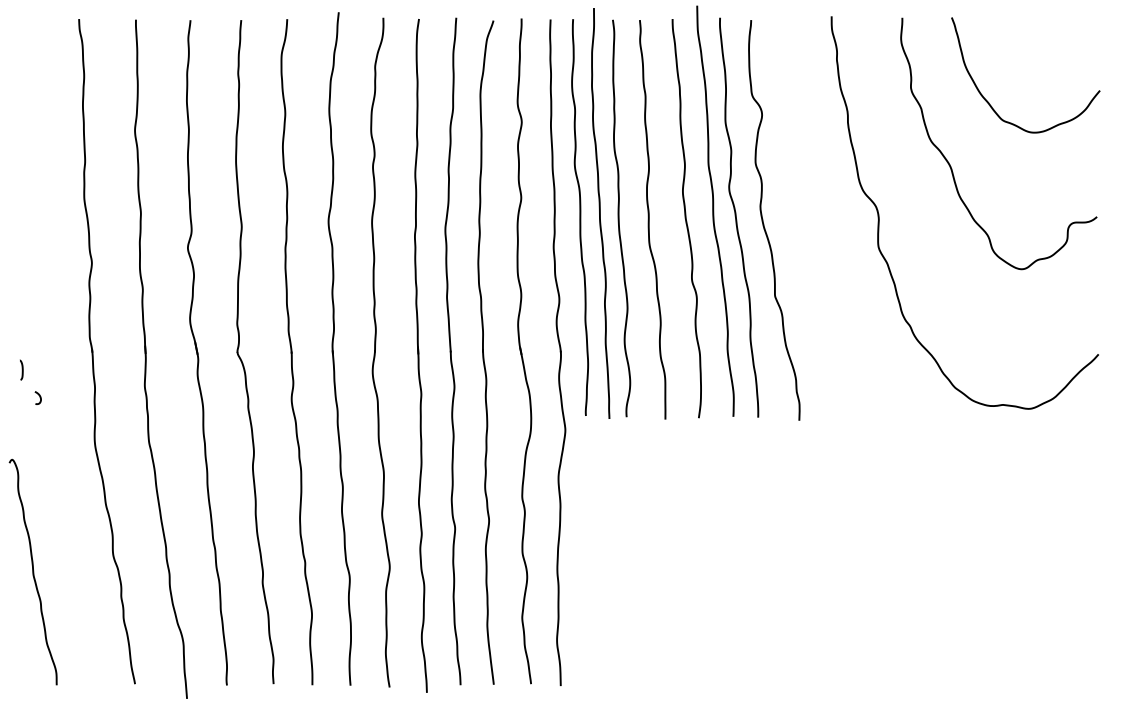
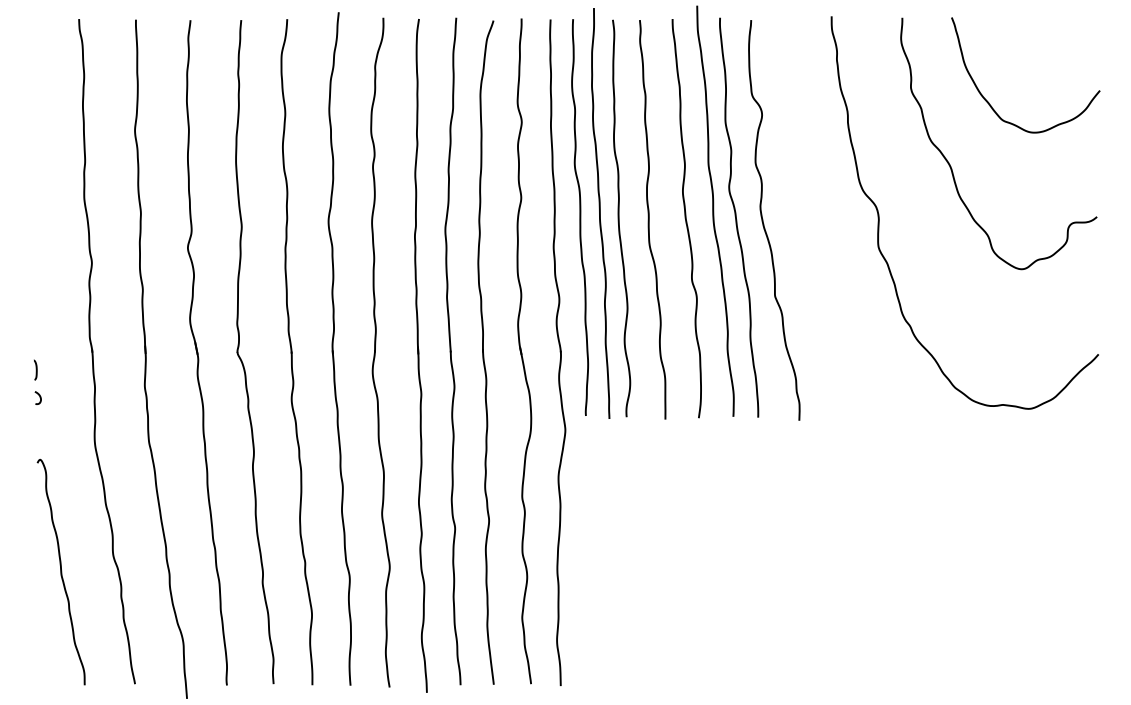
line at (21, 369) position: (21, 369) -> (35, 369)
curve at (32, 571) position: (32, 571) -> (60, 571)
